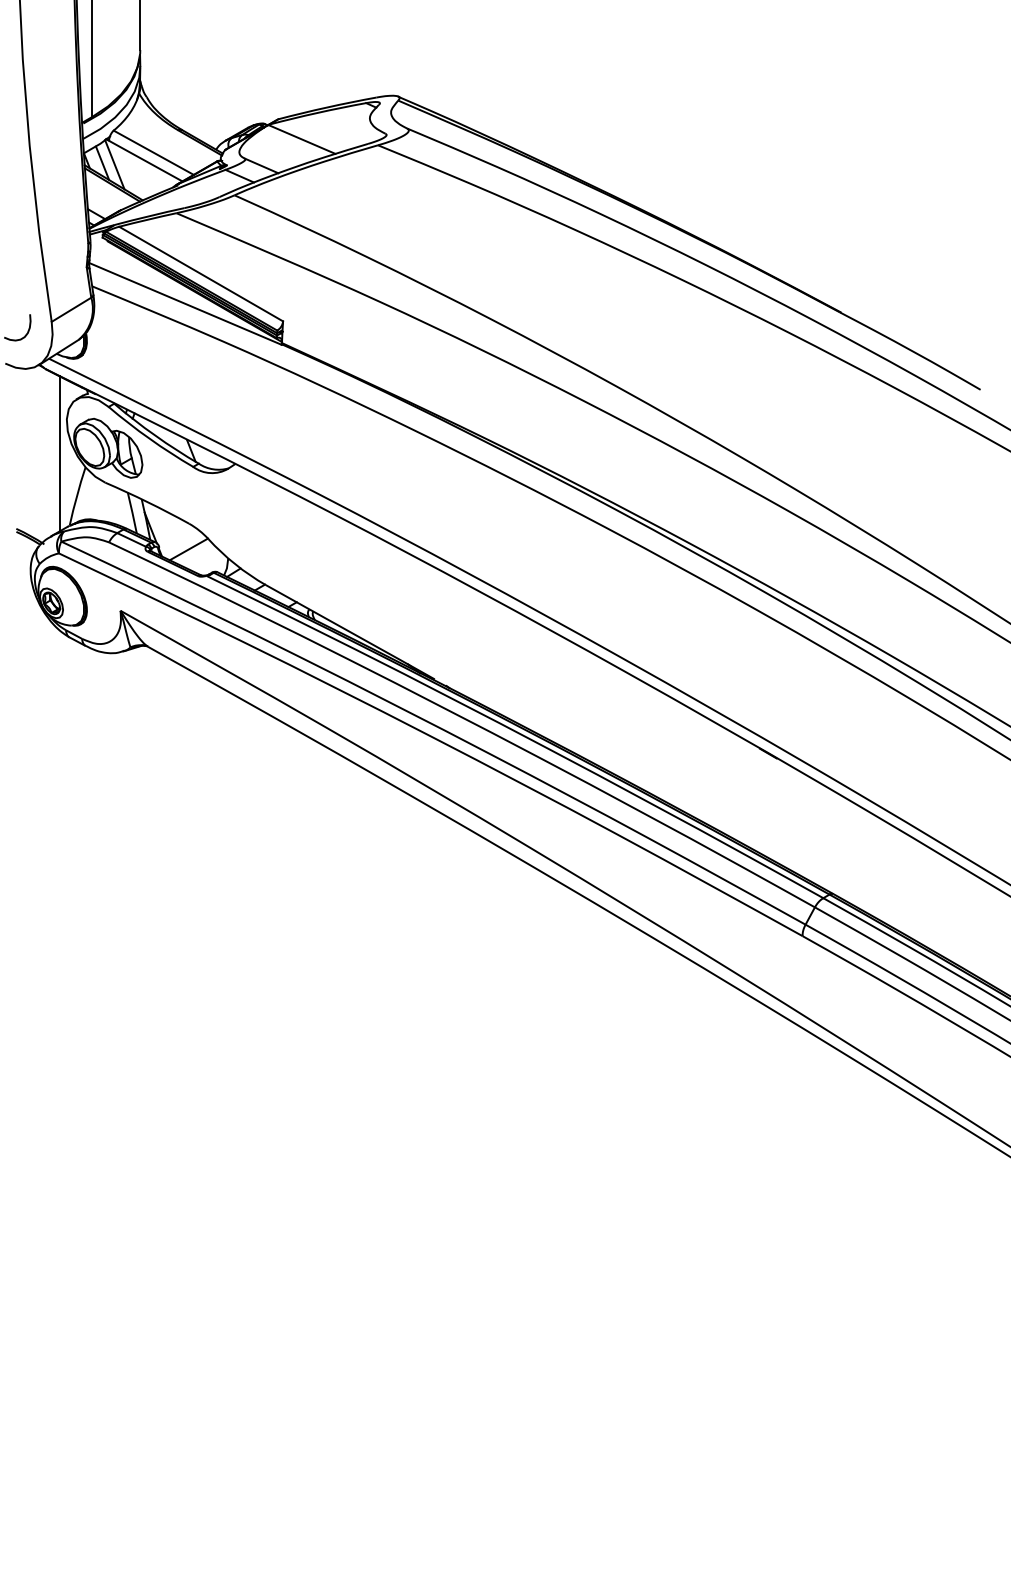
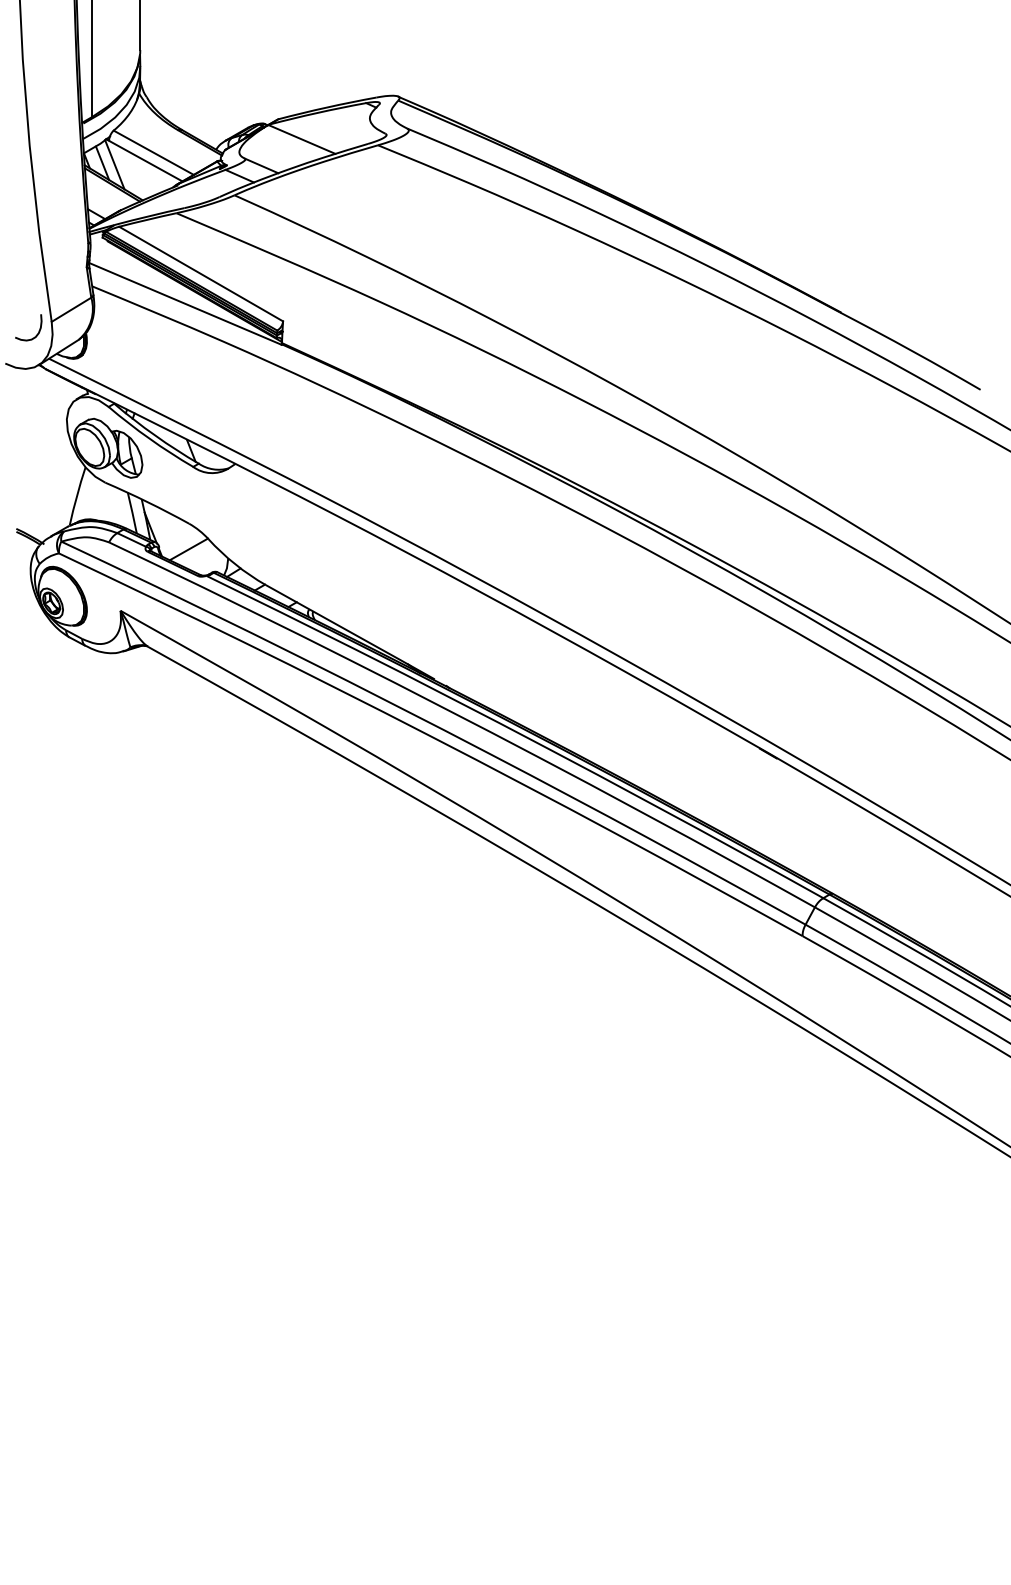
curve at (27, 330) position: (27, 330) -> (38, 330)
line at (59, 453): present -> none
